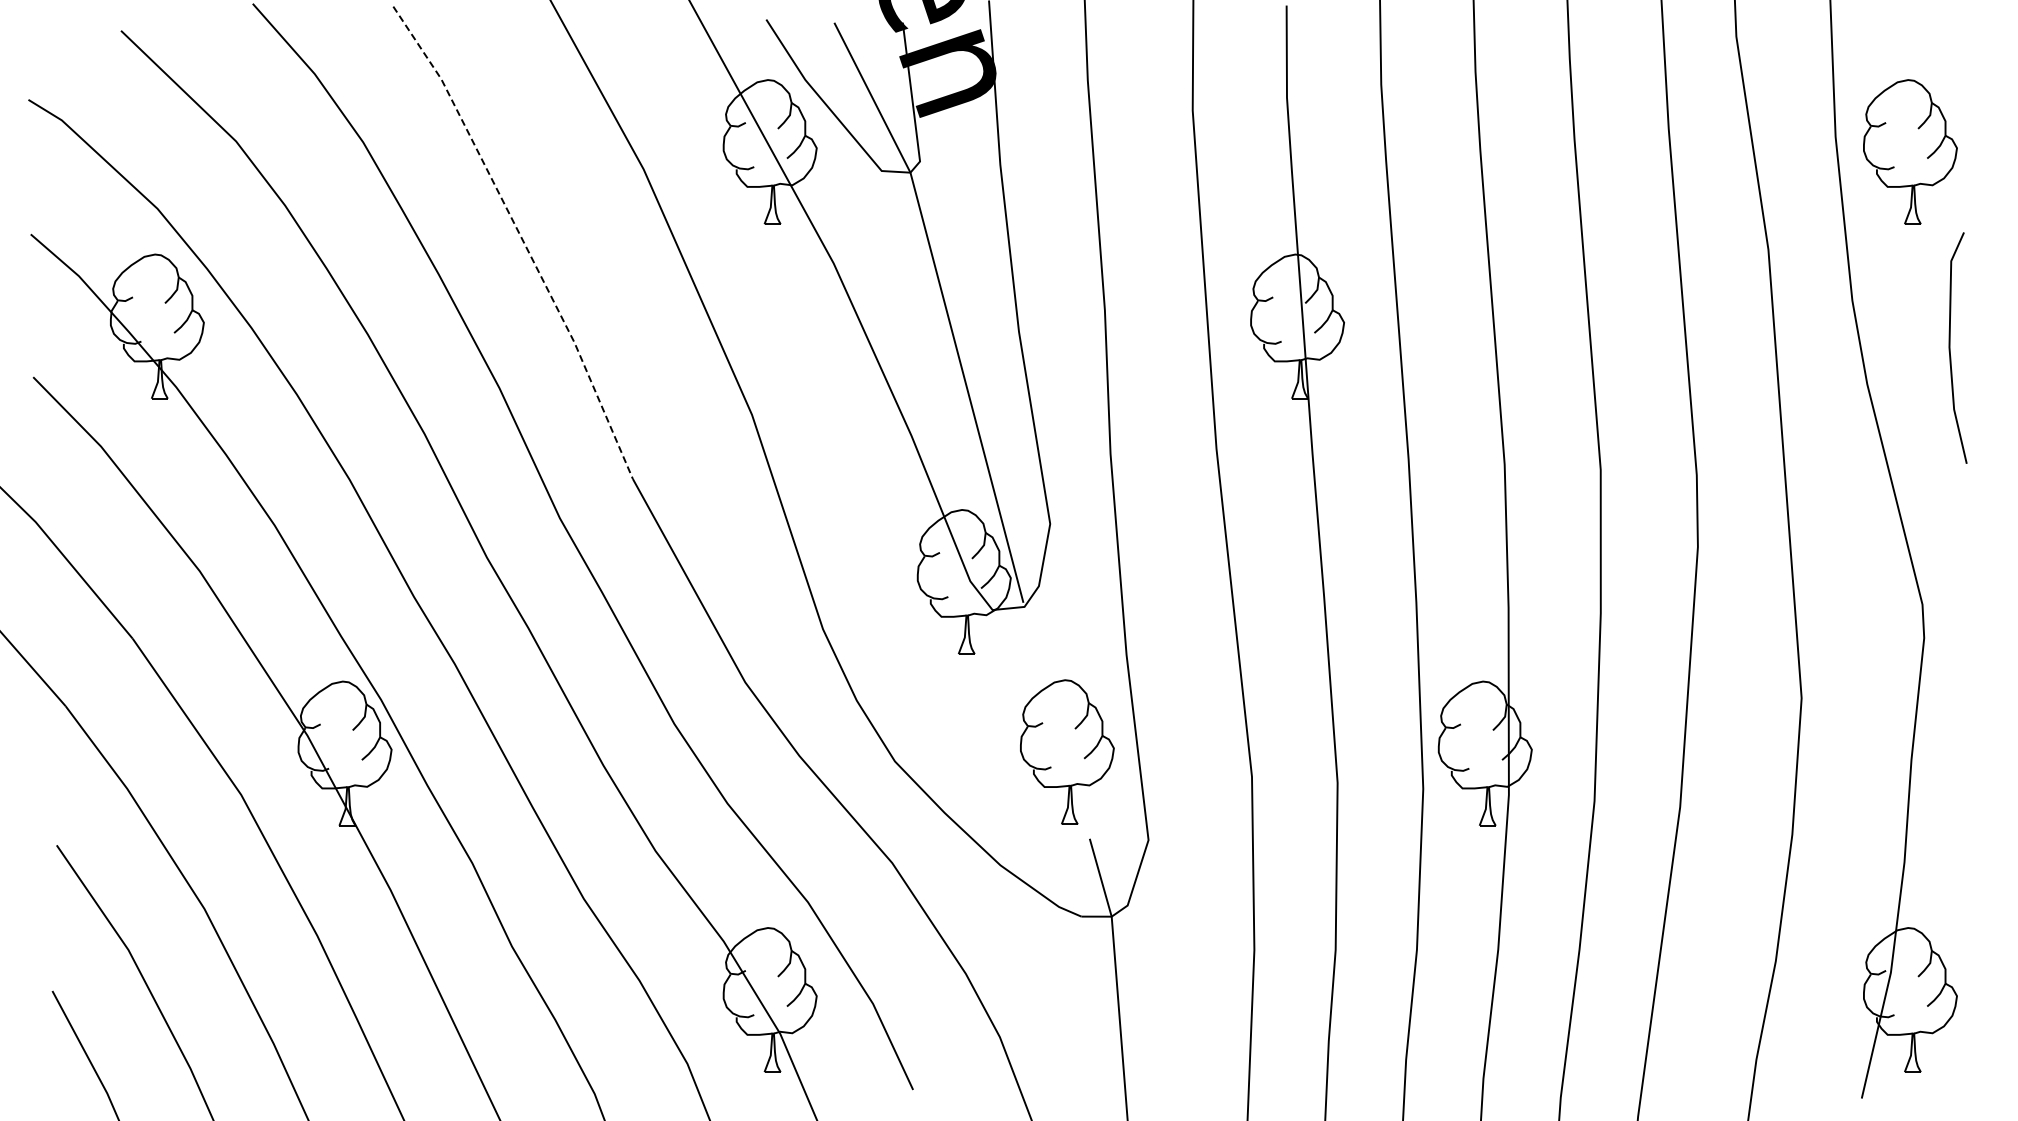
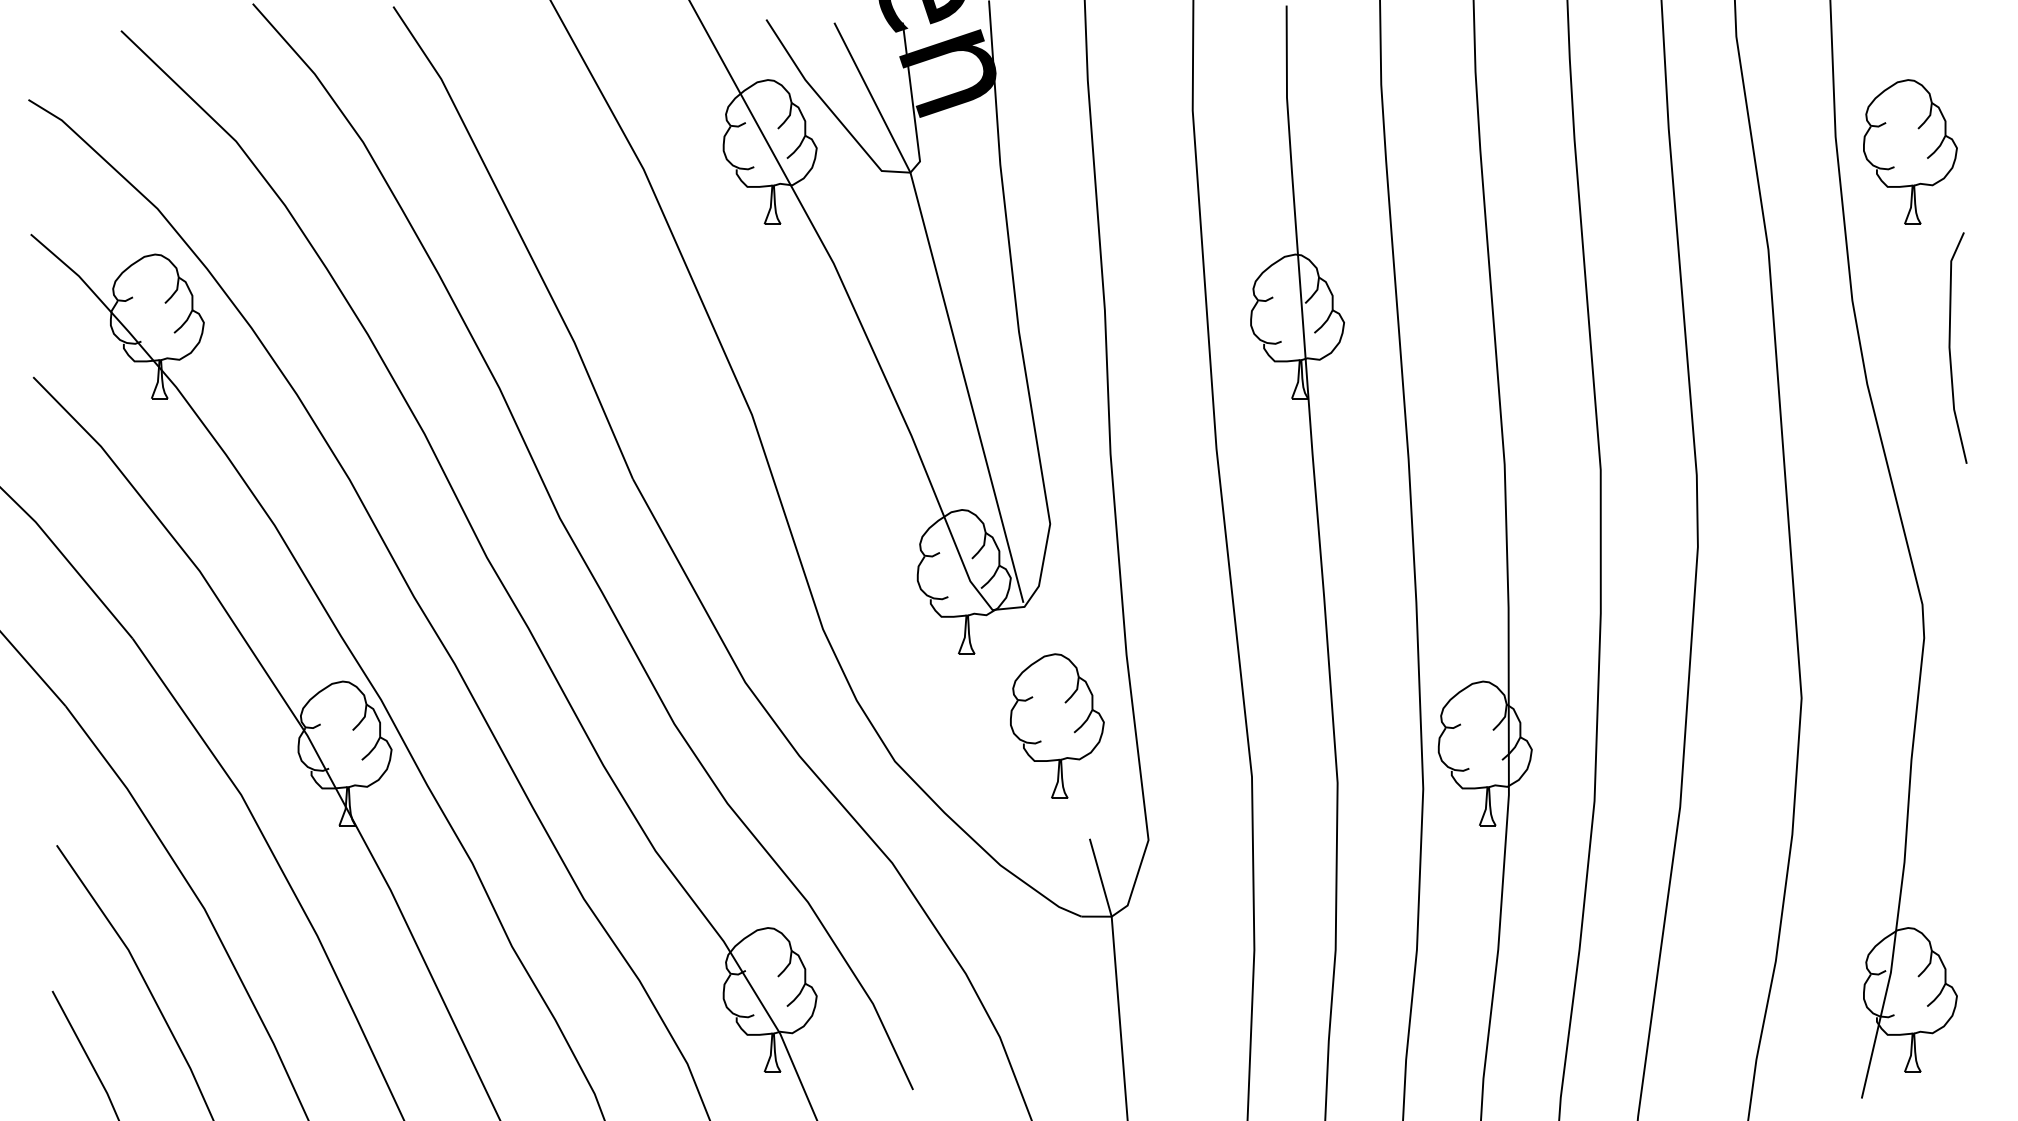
line at (521, 238): dashed -> solid
part at (1067, 751) position: (1067, 751) -> (1057, 725)
